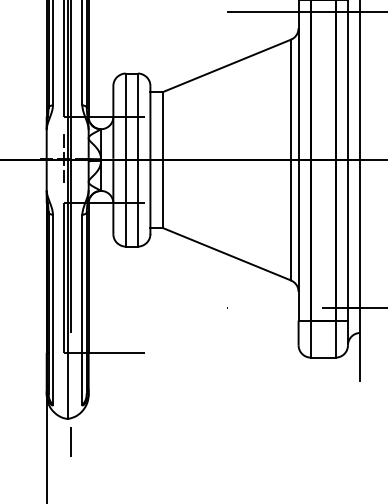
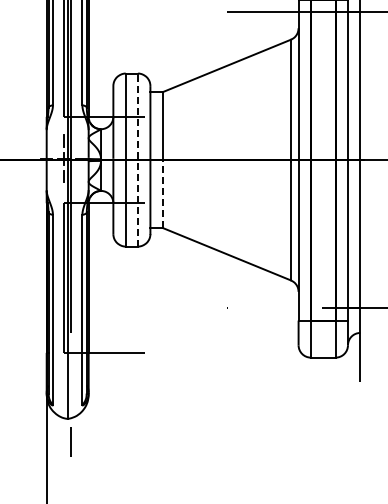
line at (138, 159): solid -> dashed
line at (162, 194): solid -> dashed
